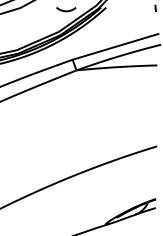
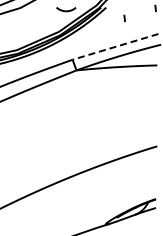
line at (124, 18): none -> present
line at (115, 46): solid -> dashed
